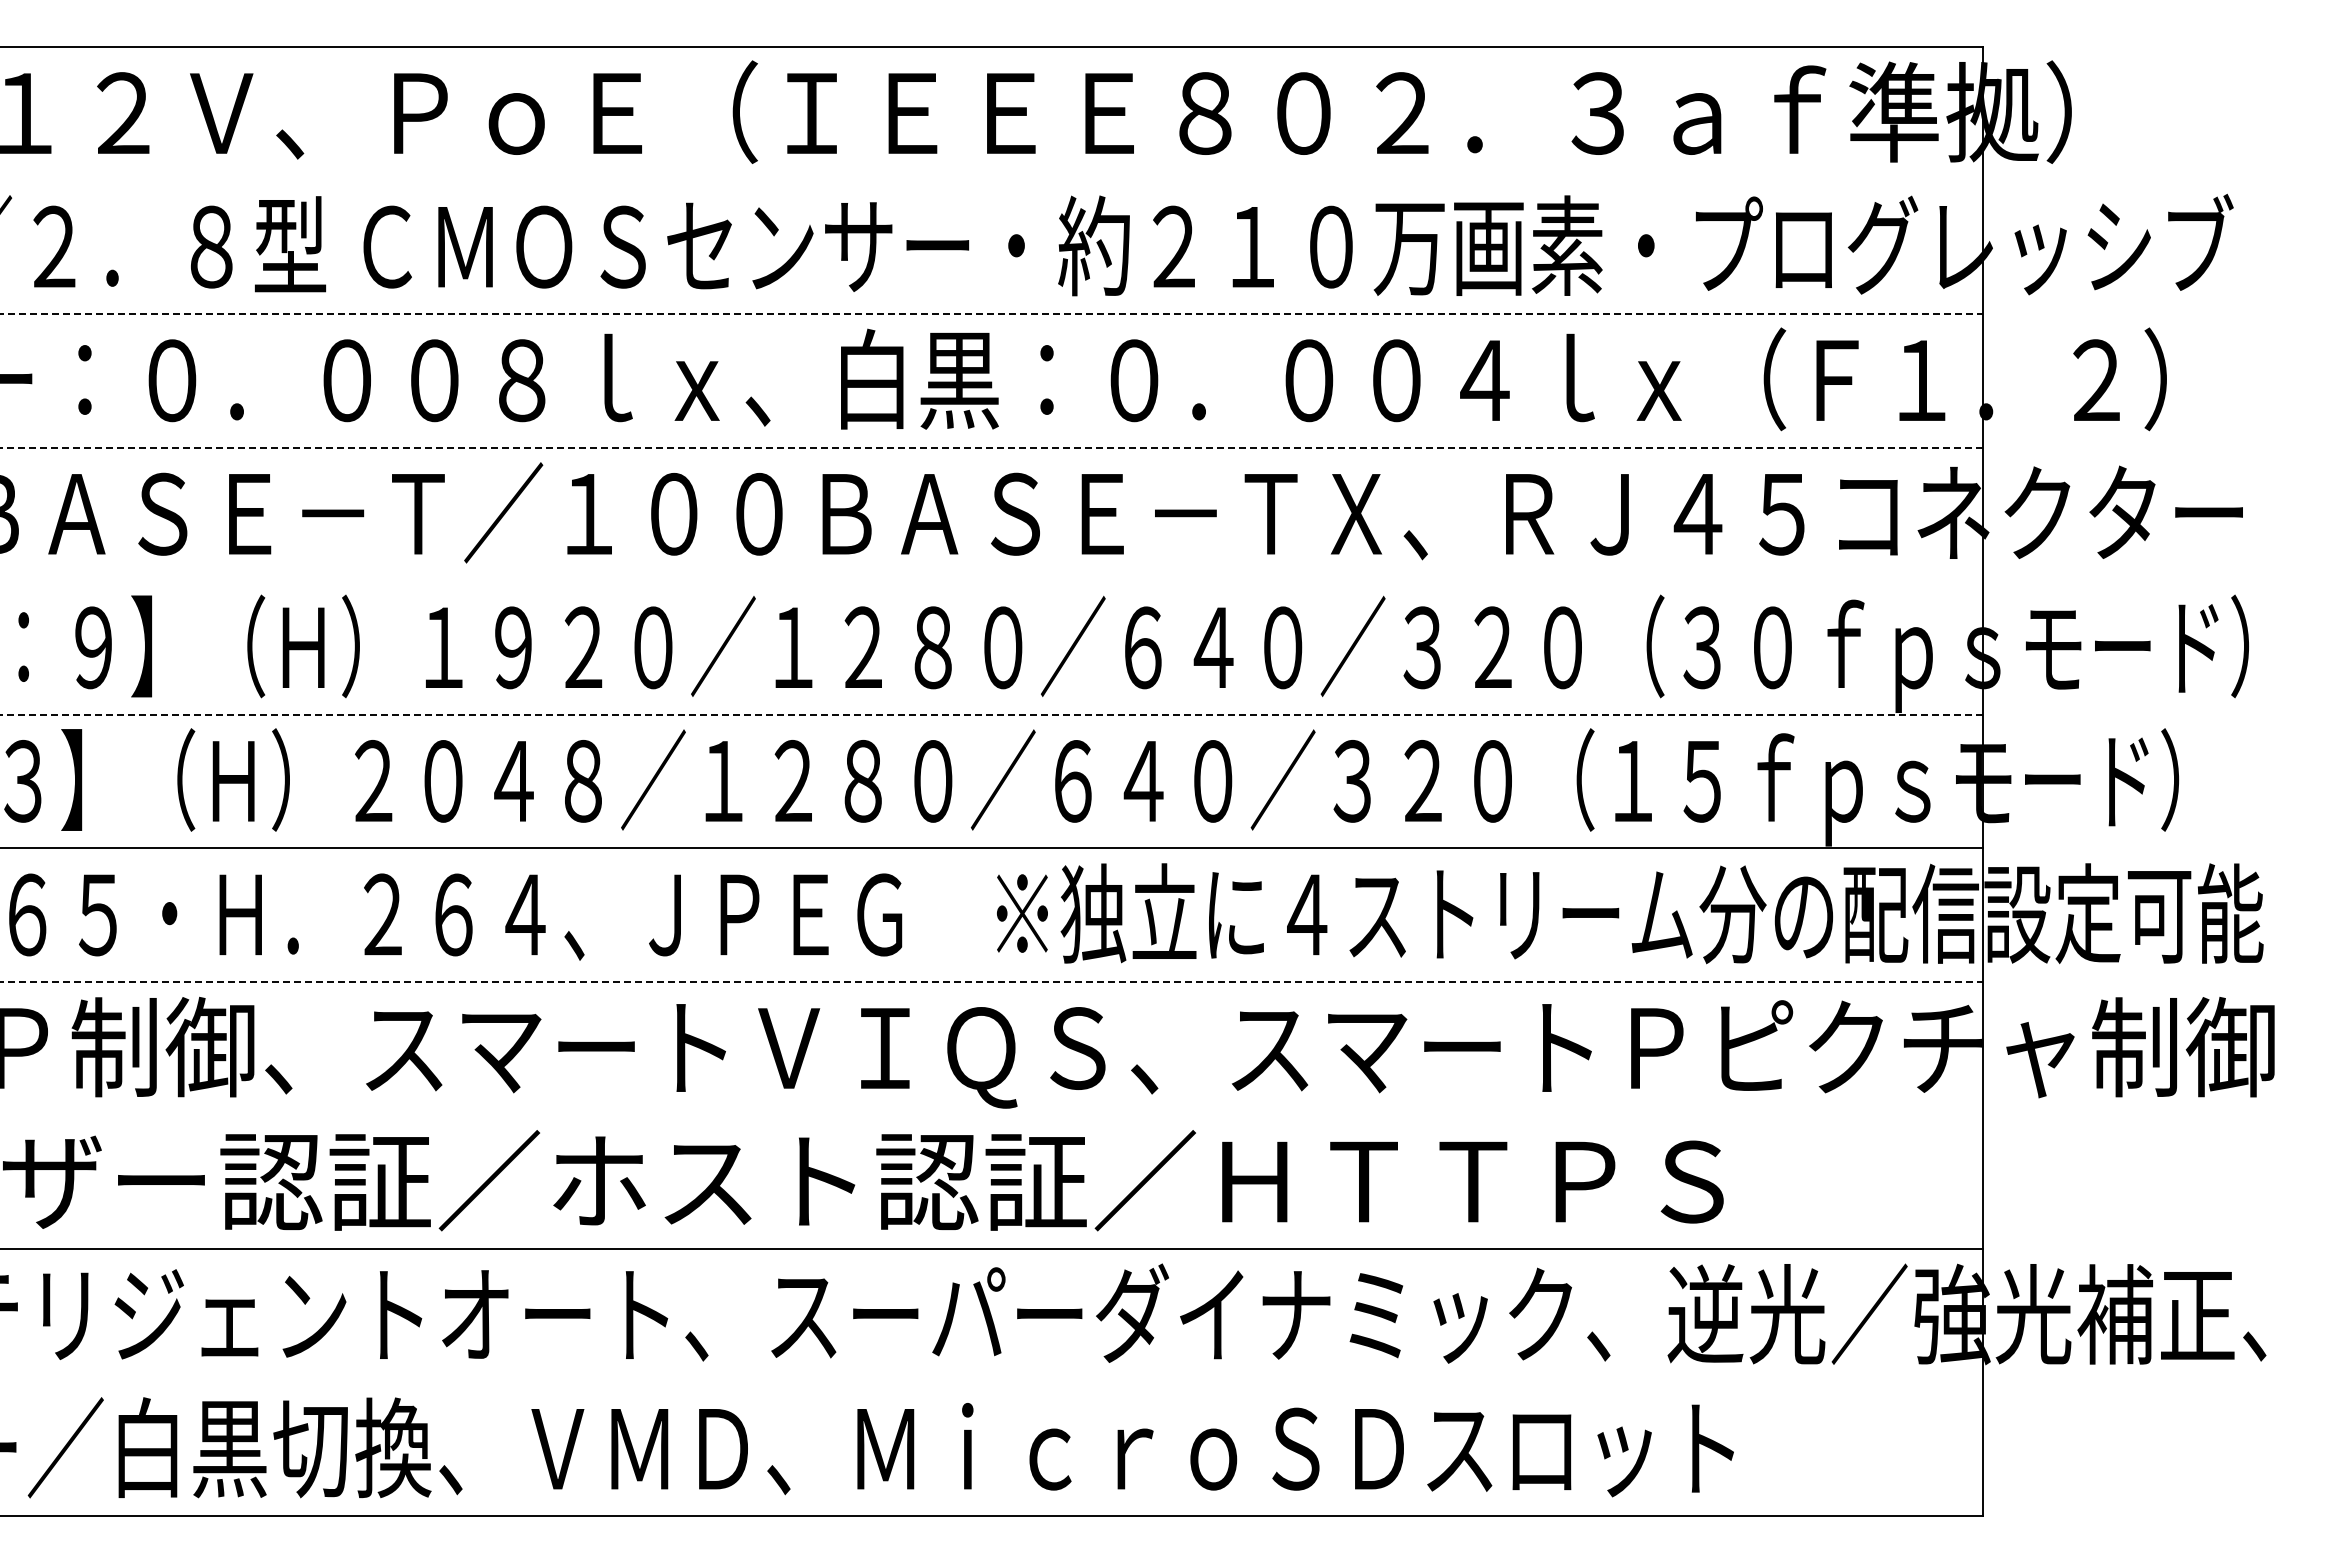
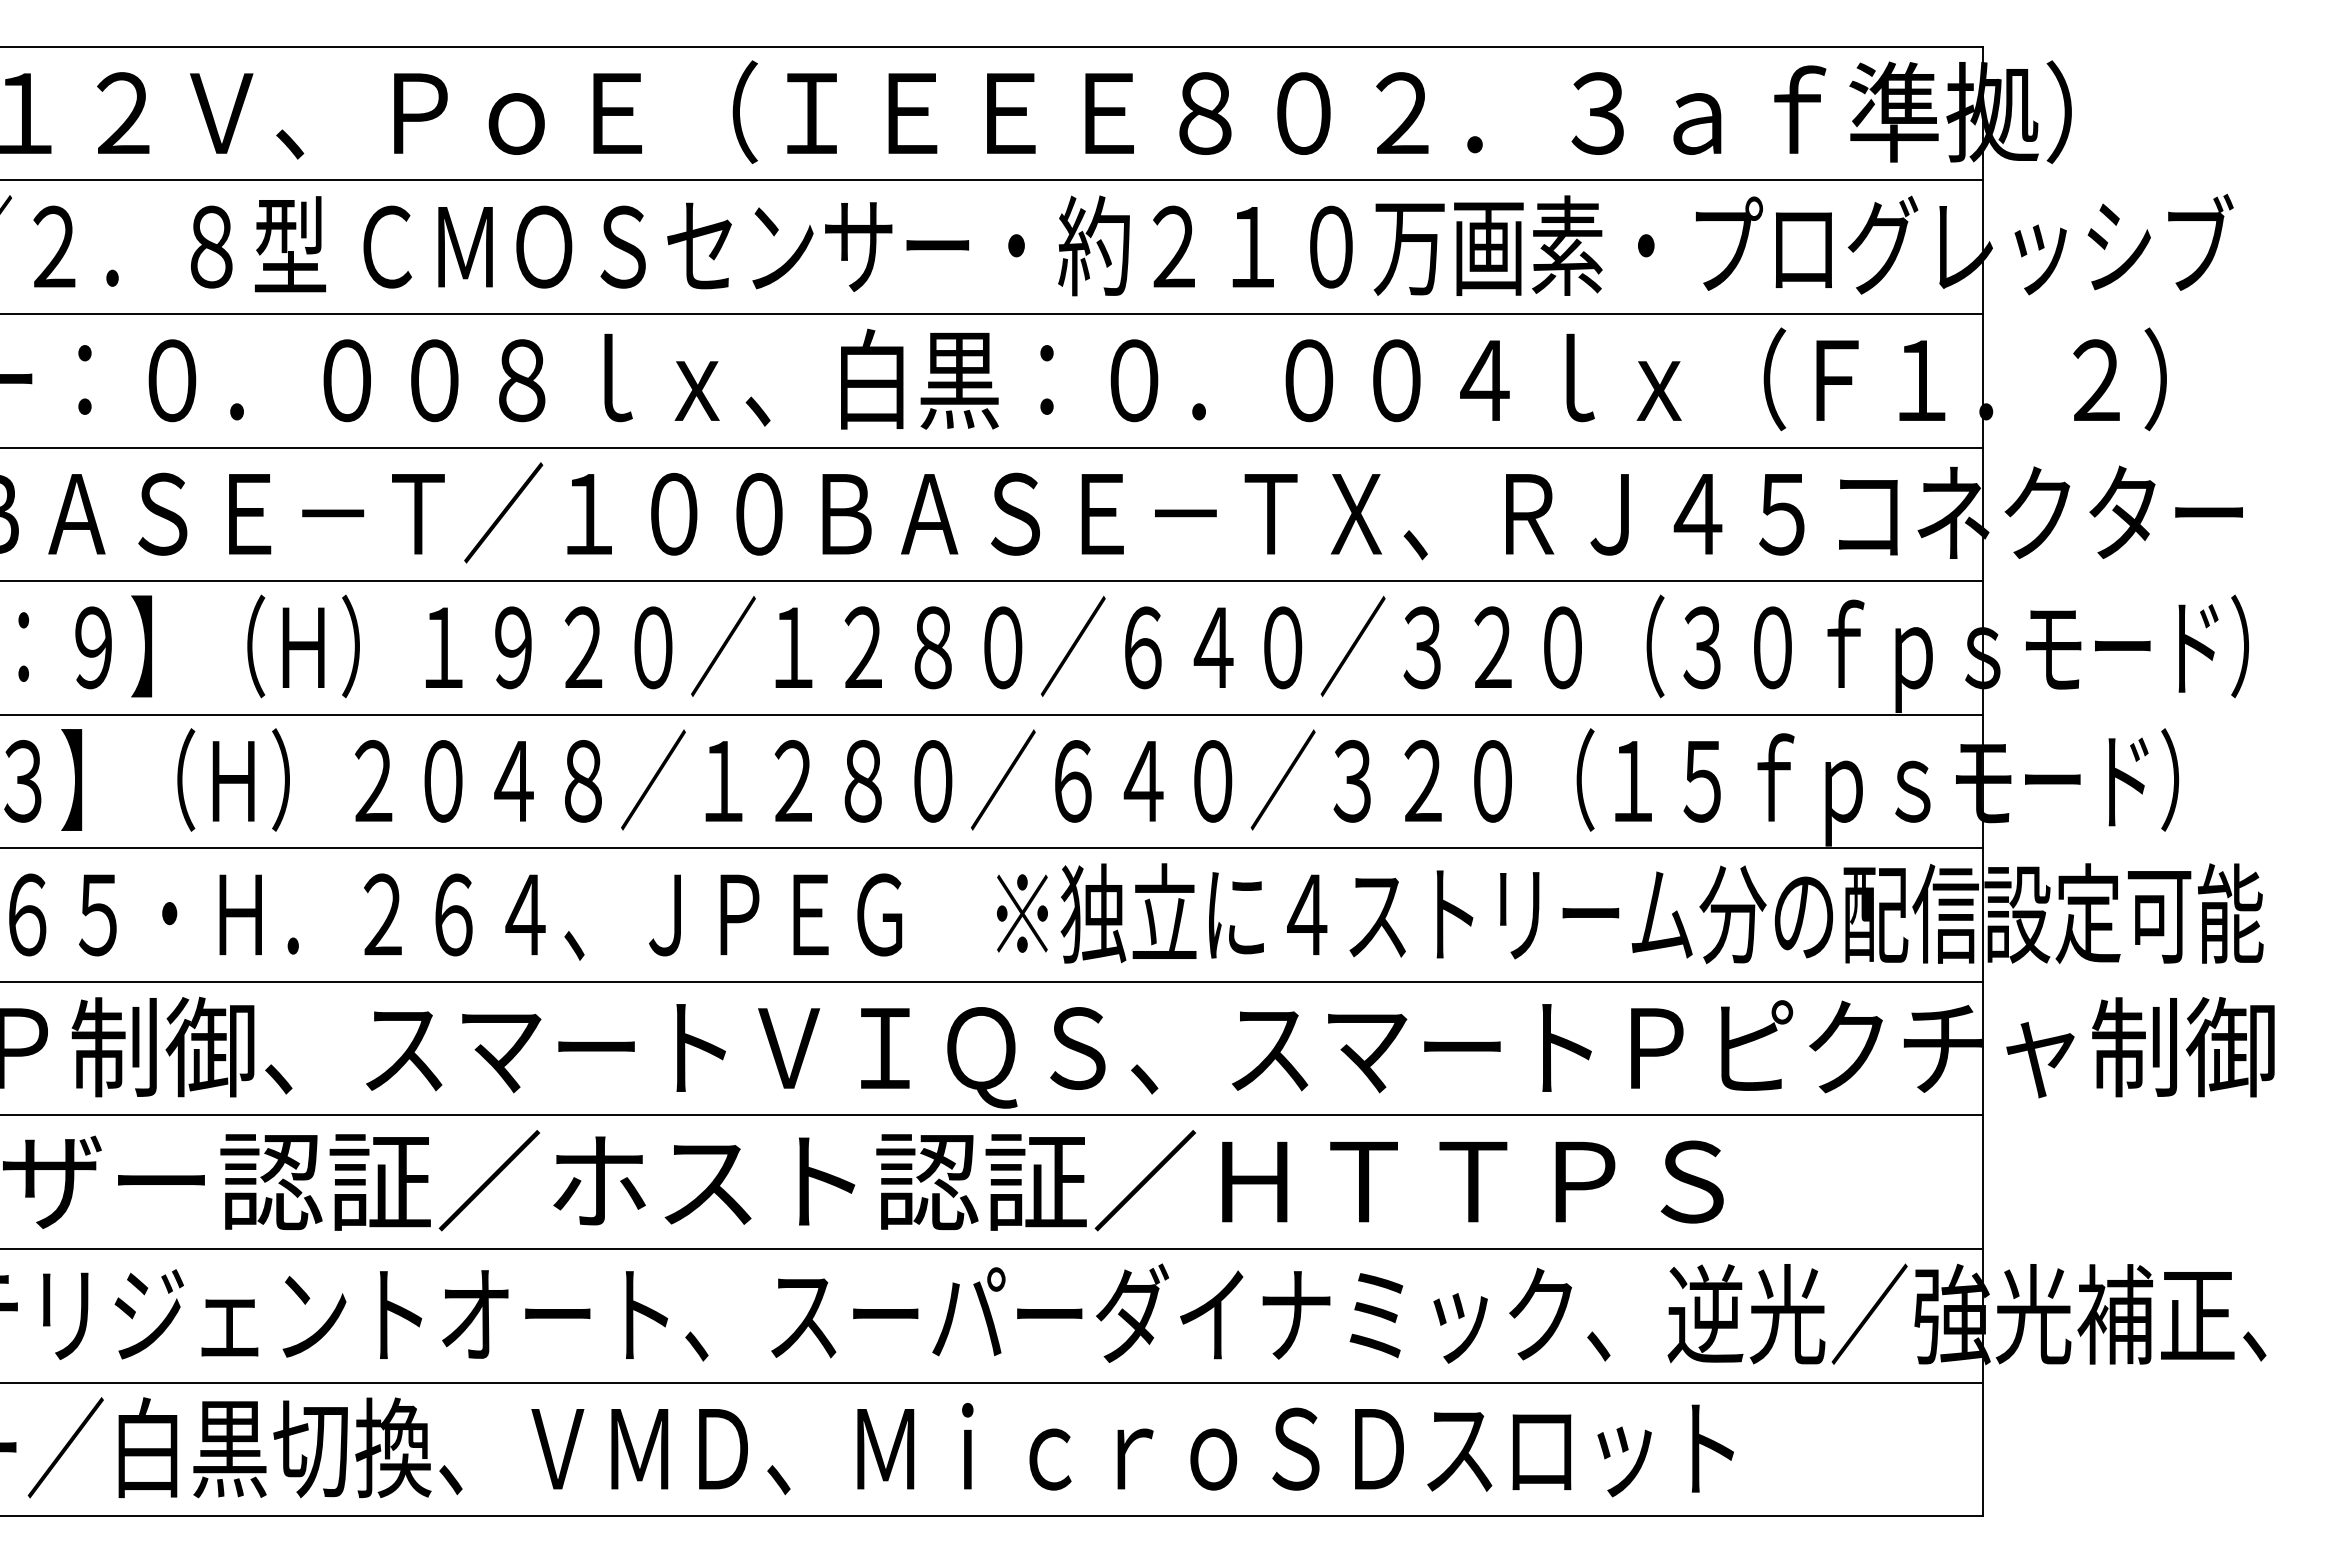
line at (992, 180): none -> present
line at (991, 314): dashed -> solid
line at (991, 447): dashed -> solid
line at (992, 581): none -> present
line at (991, 714): dashed -> solid
line at (991, 981): dashed -> solid
line at (992, 1115): none -> present
line at (992, 1382): none -> present
